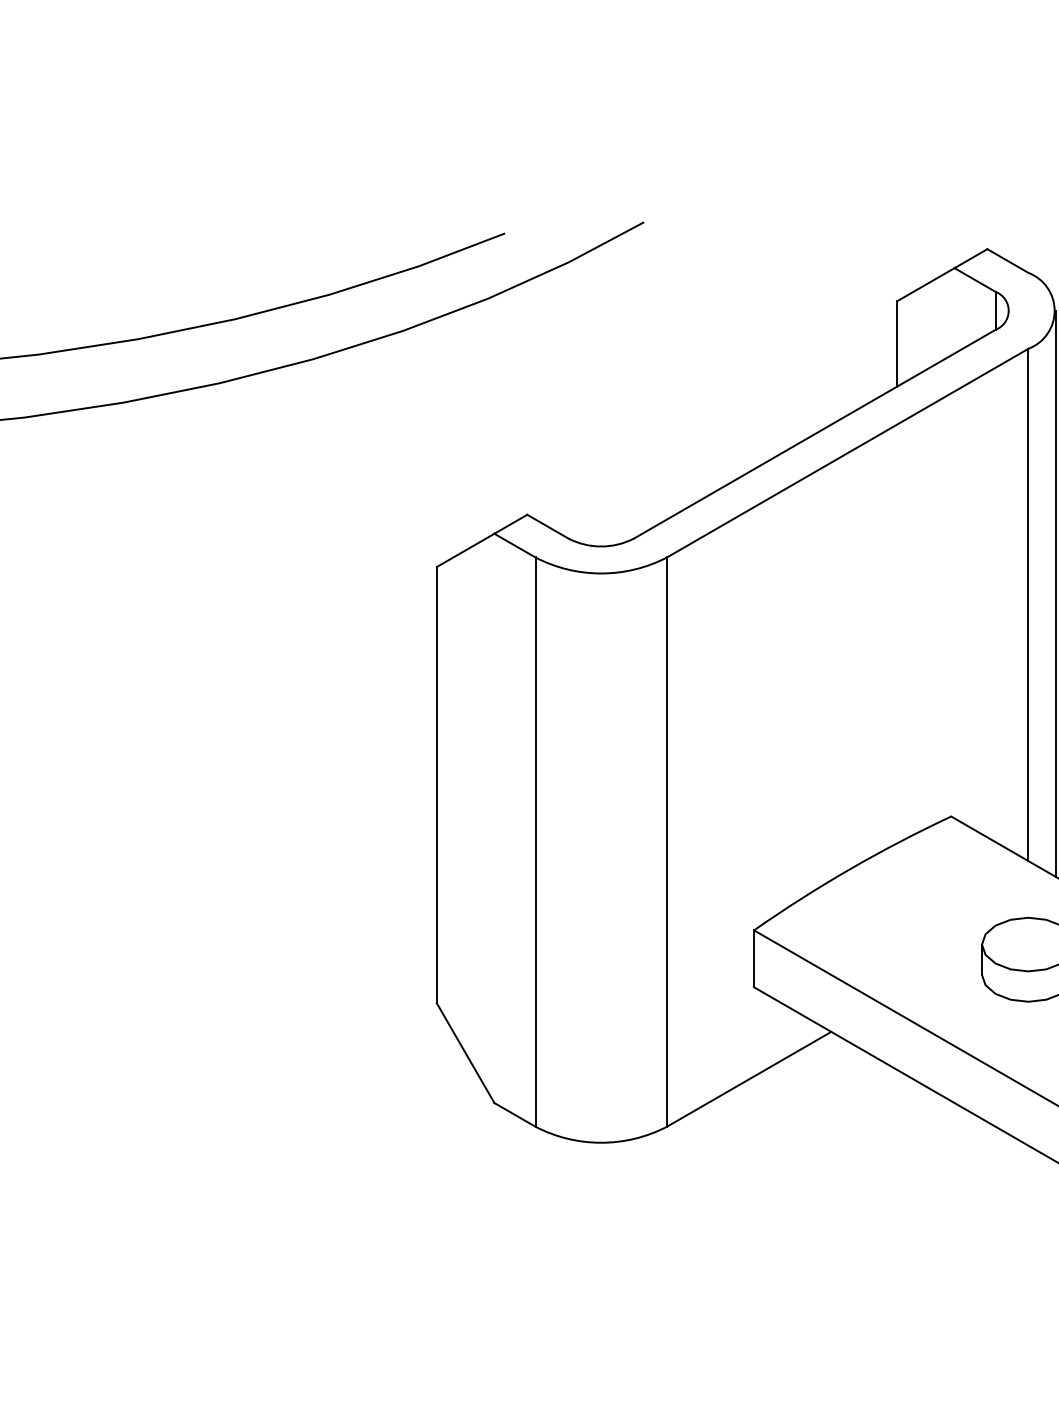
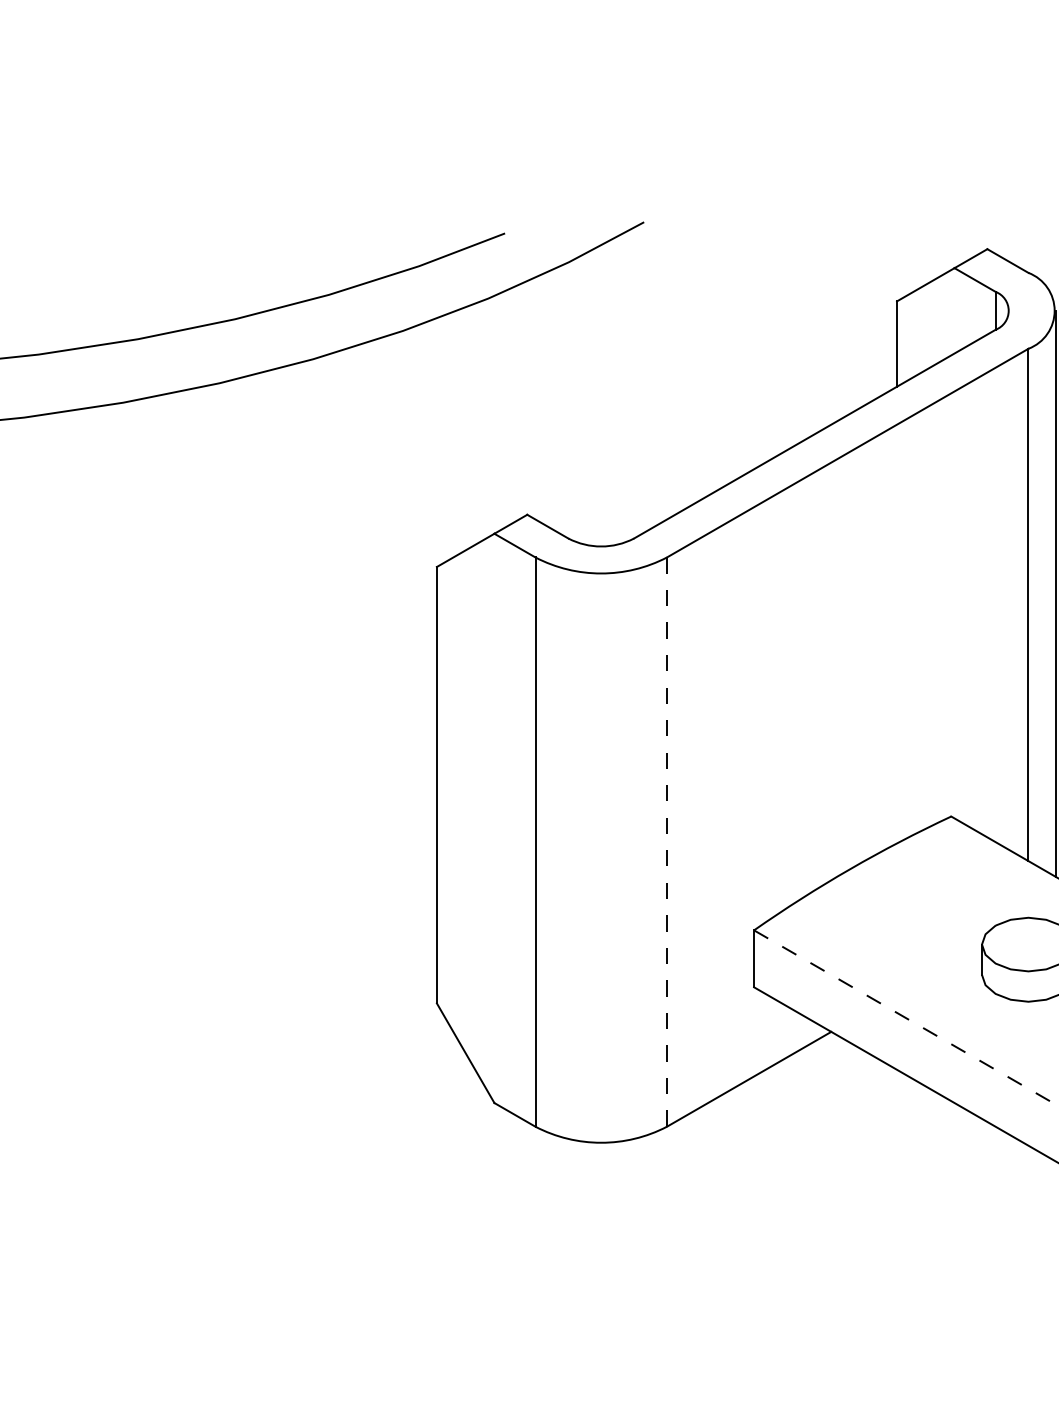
line at (666, 842): solid -> dashed
line at (906, 1018): solid -> dashed
